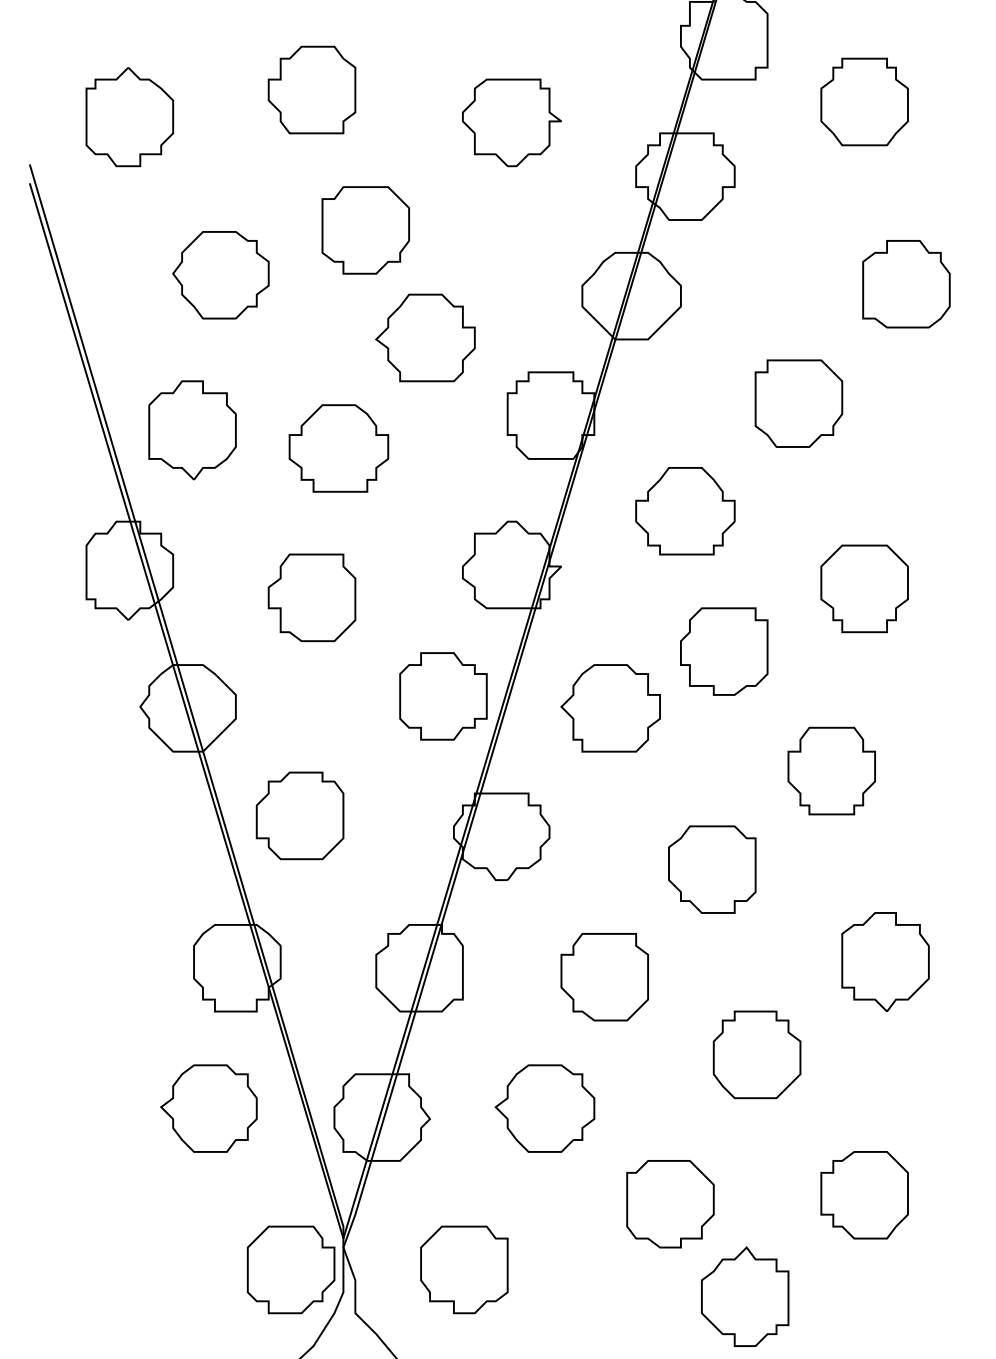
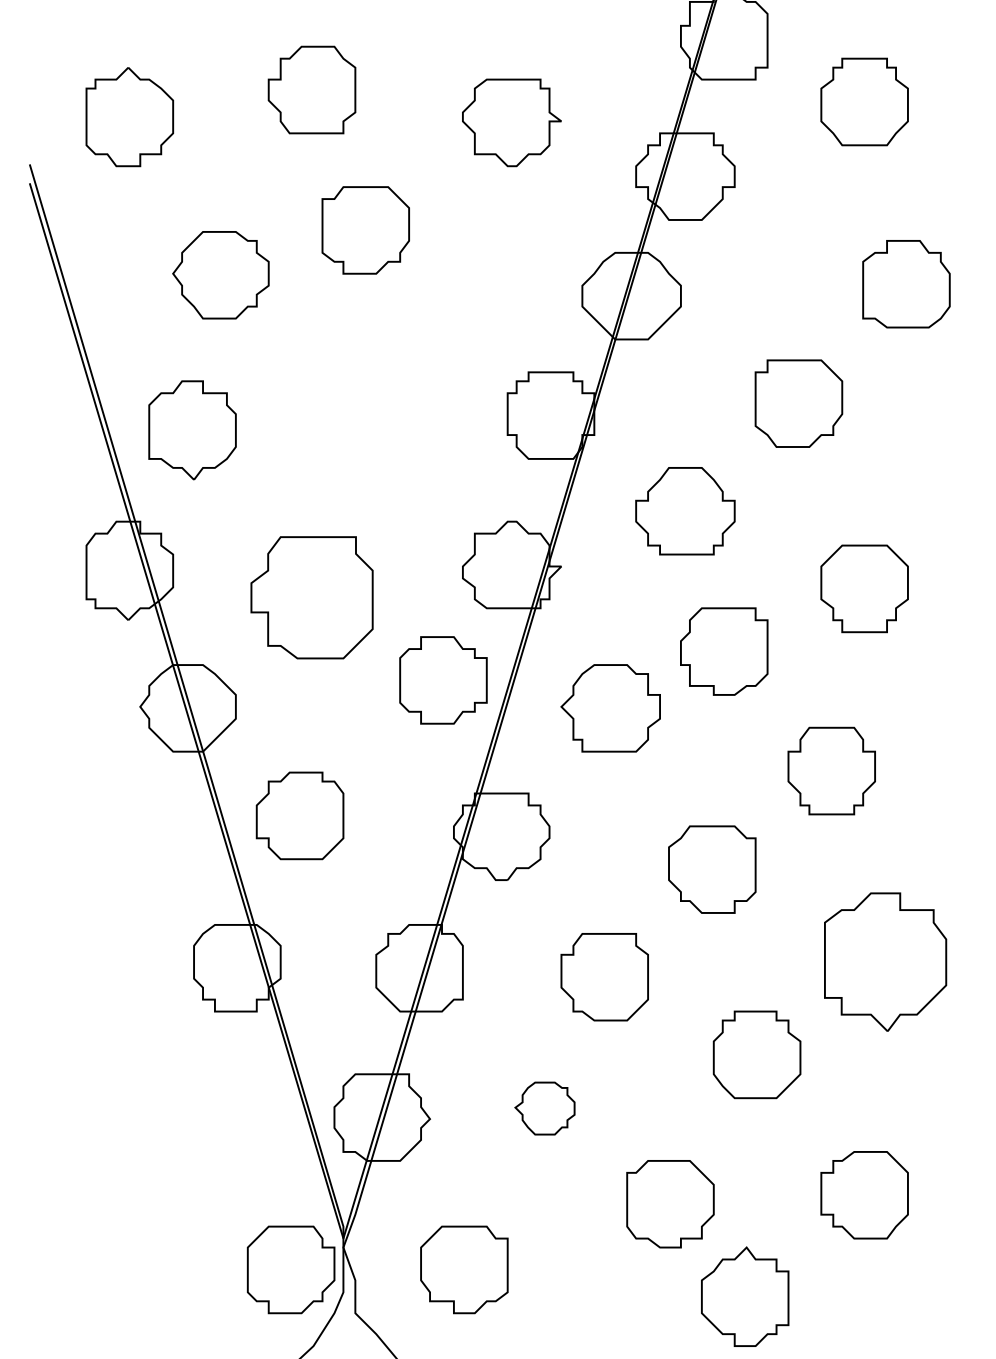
part at (425, 337): present -> none
part at (338, 448): present -> none
part at (311, 597) size: 90x90 px -> 124x124 px
part at (443, 696) position: (443, 696) -> (443, 680)
part at (885, 961) size: 89x100 px -> 124x140 px
part at (208, 1108): present -> none
part at (544, 1108) size: 102x89 px -> 62x55 px
